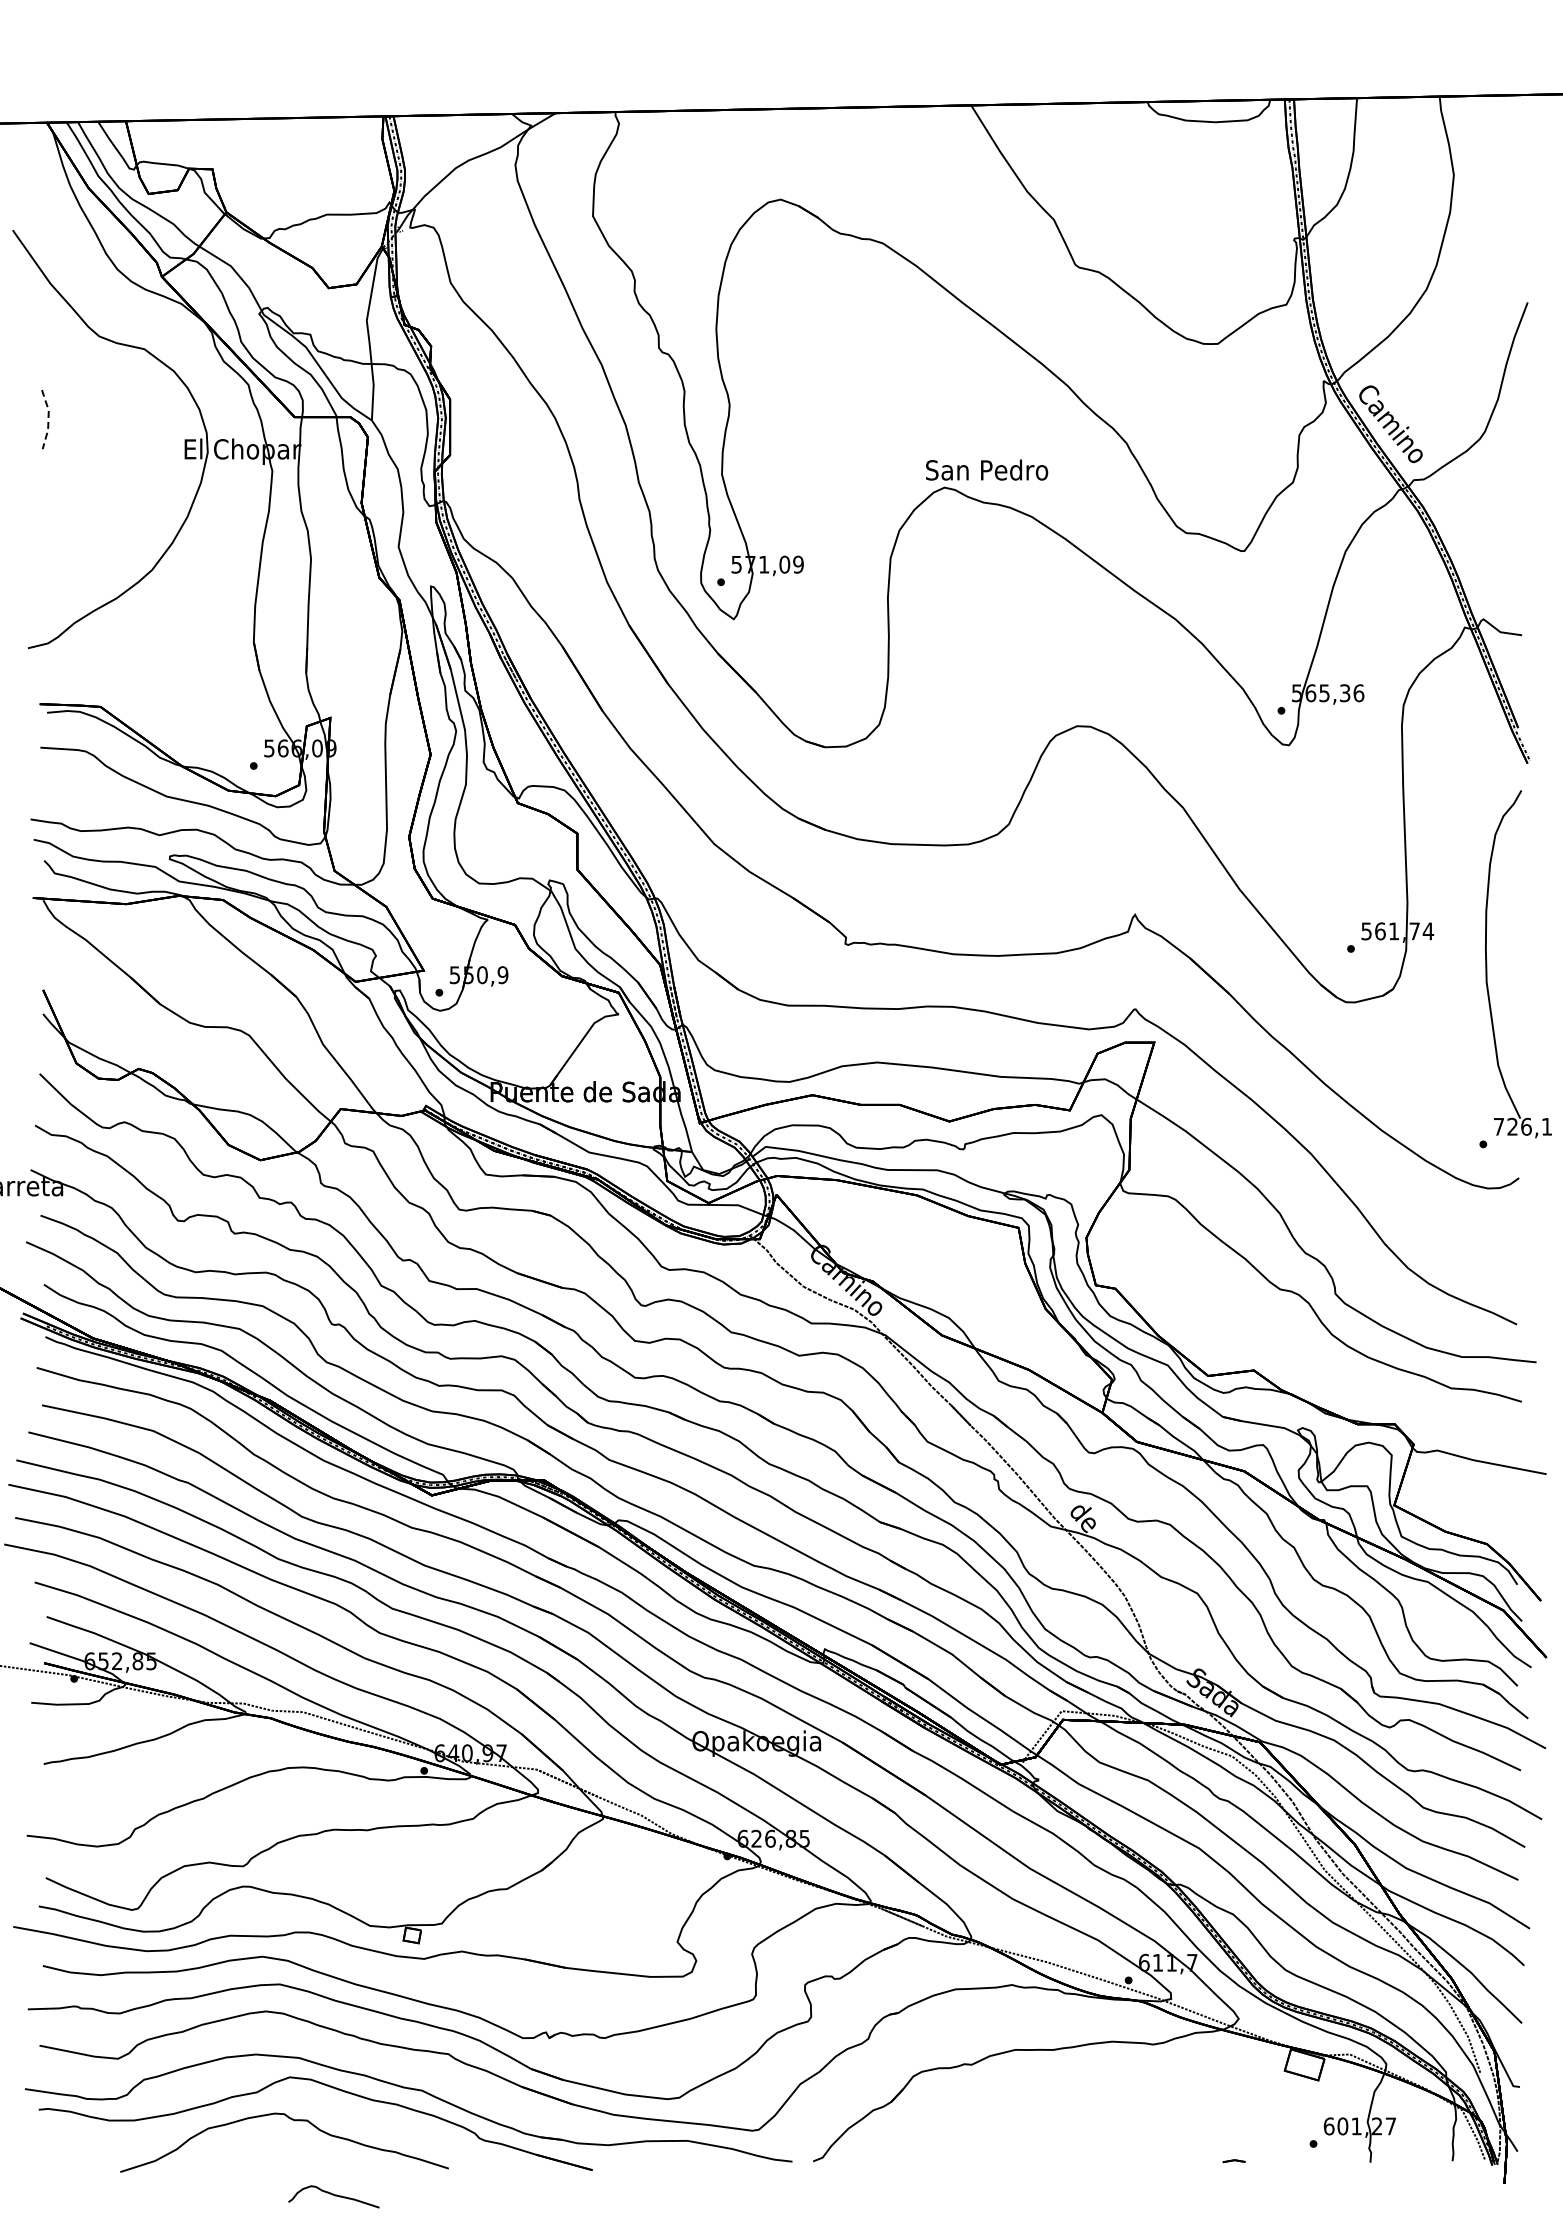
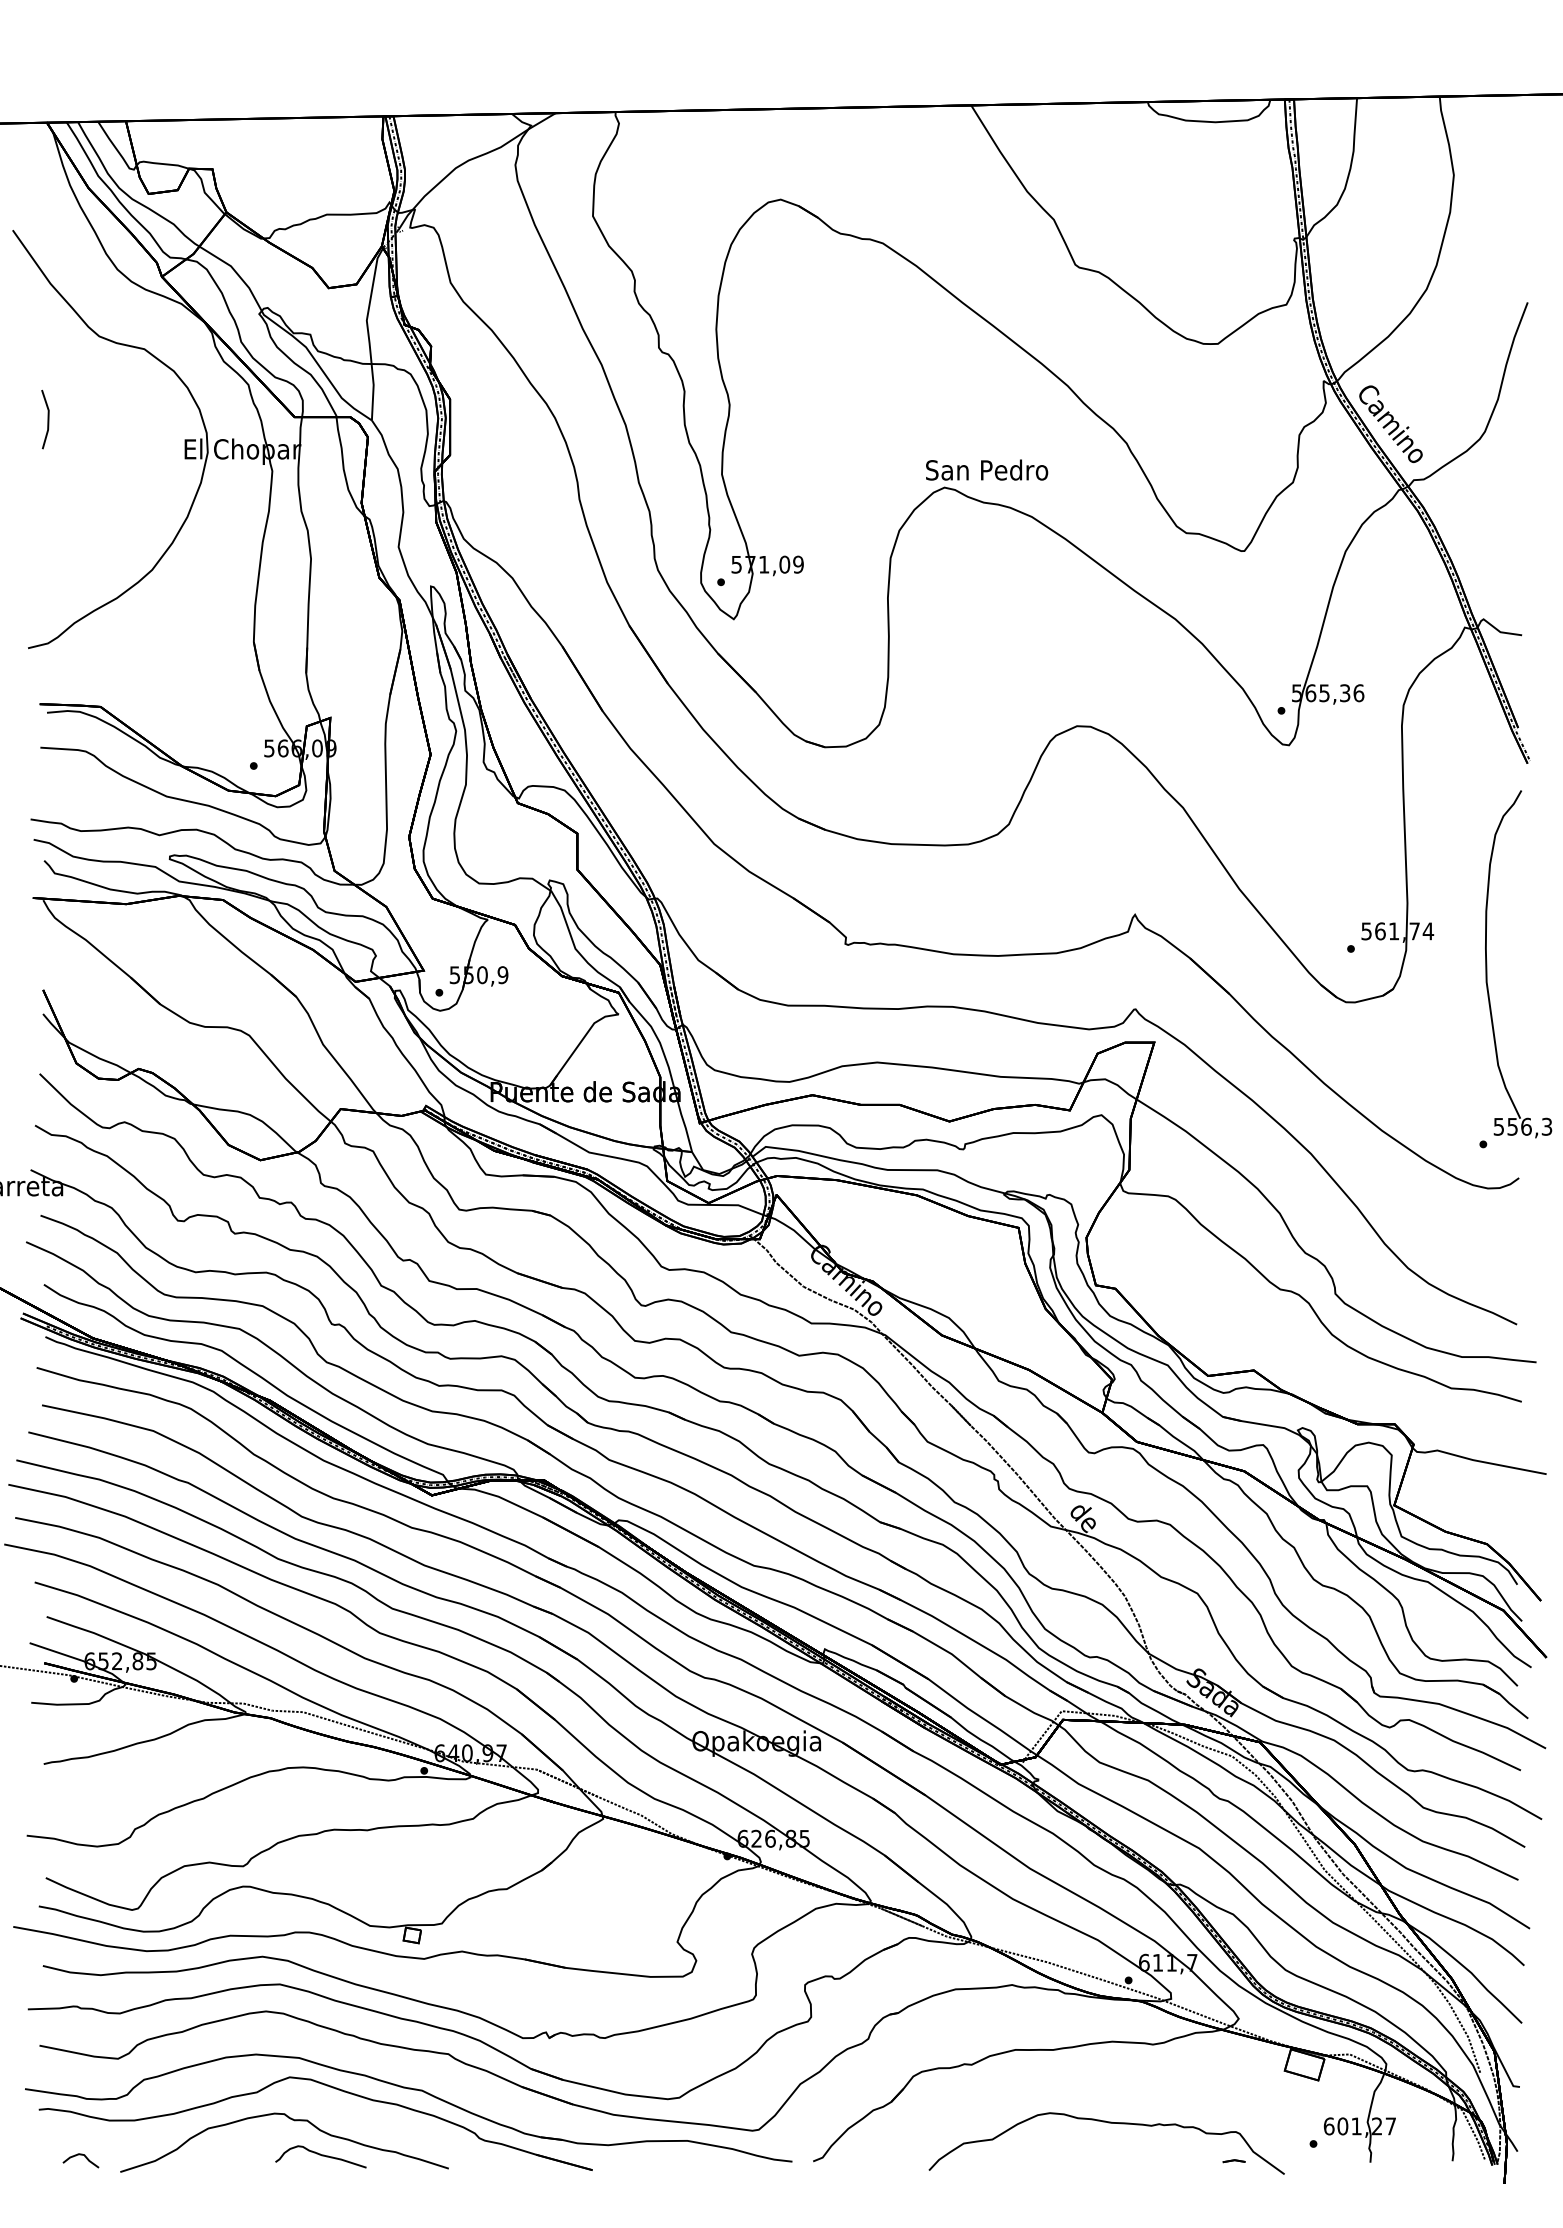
line at (48, 419): dashed -> solid
text at (1522, 1126): 726,1 -> 556,3
curve at (1108, 2123): none -> present
curve at (80, 2155): none -> present
curve at (333, 2195) position: (333, 2195) -> (320, 2155)
